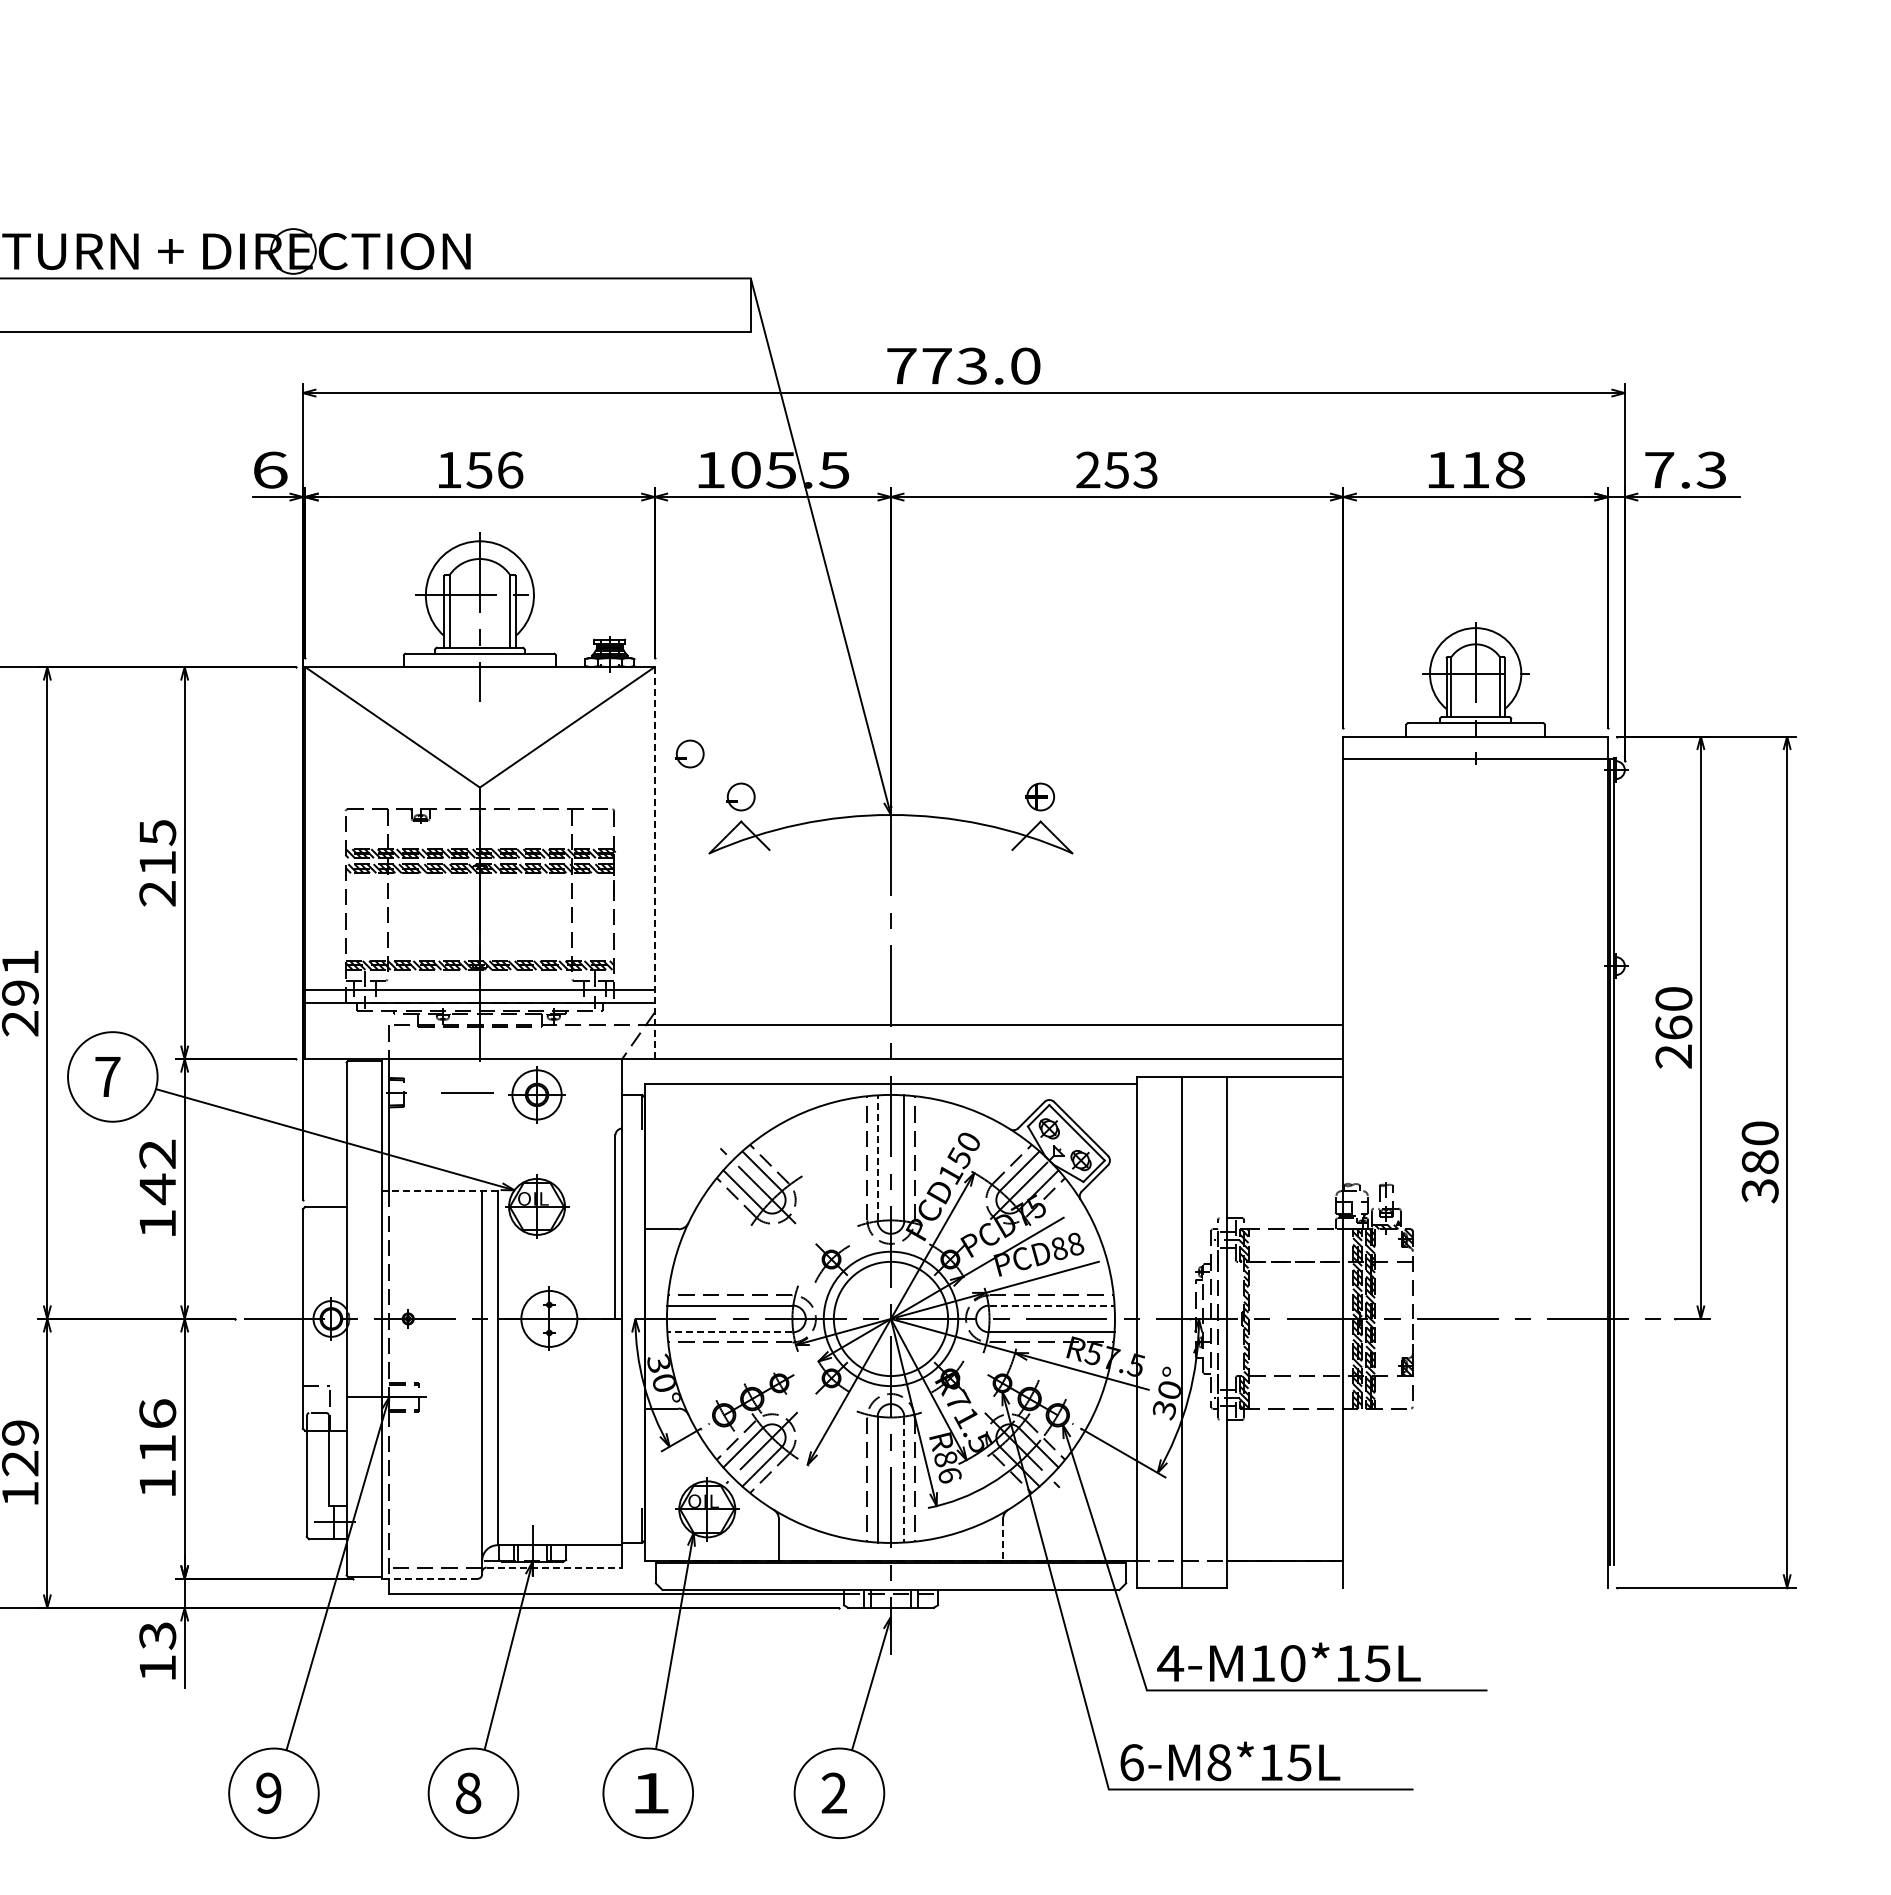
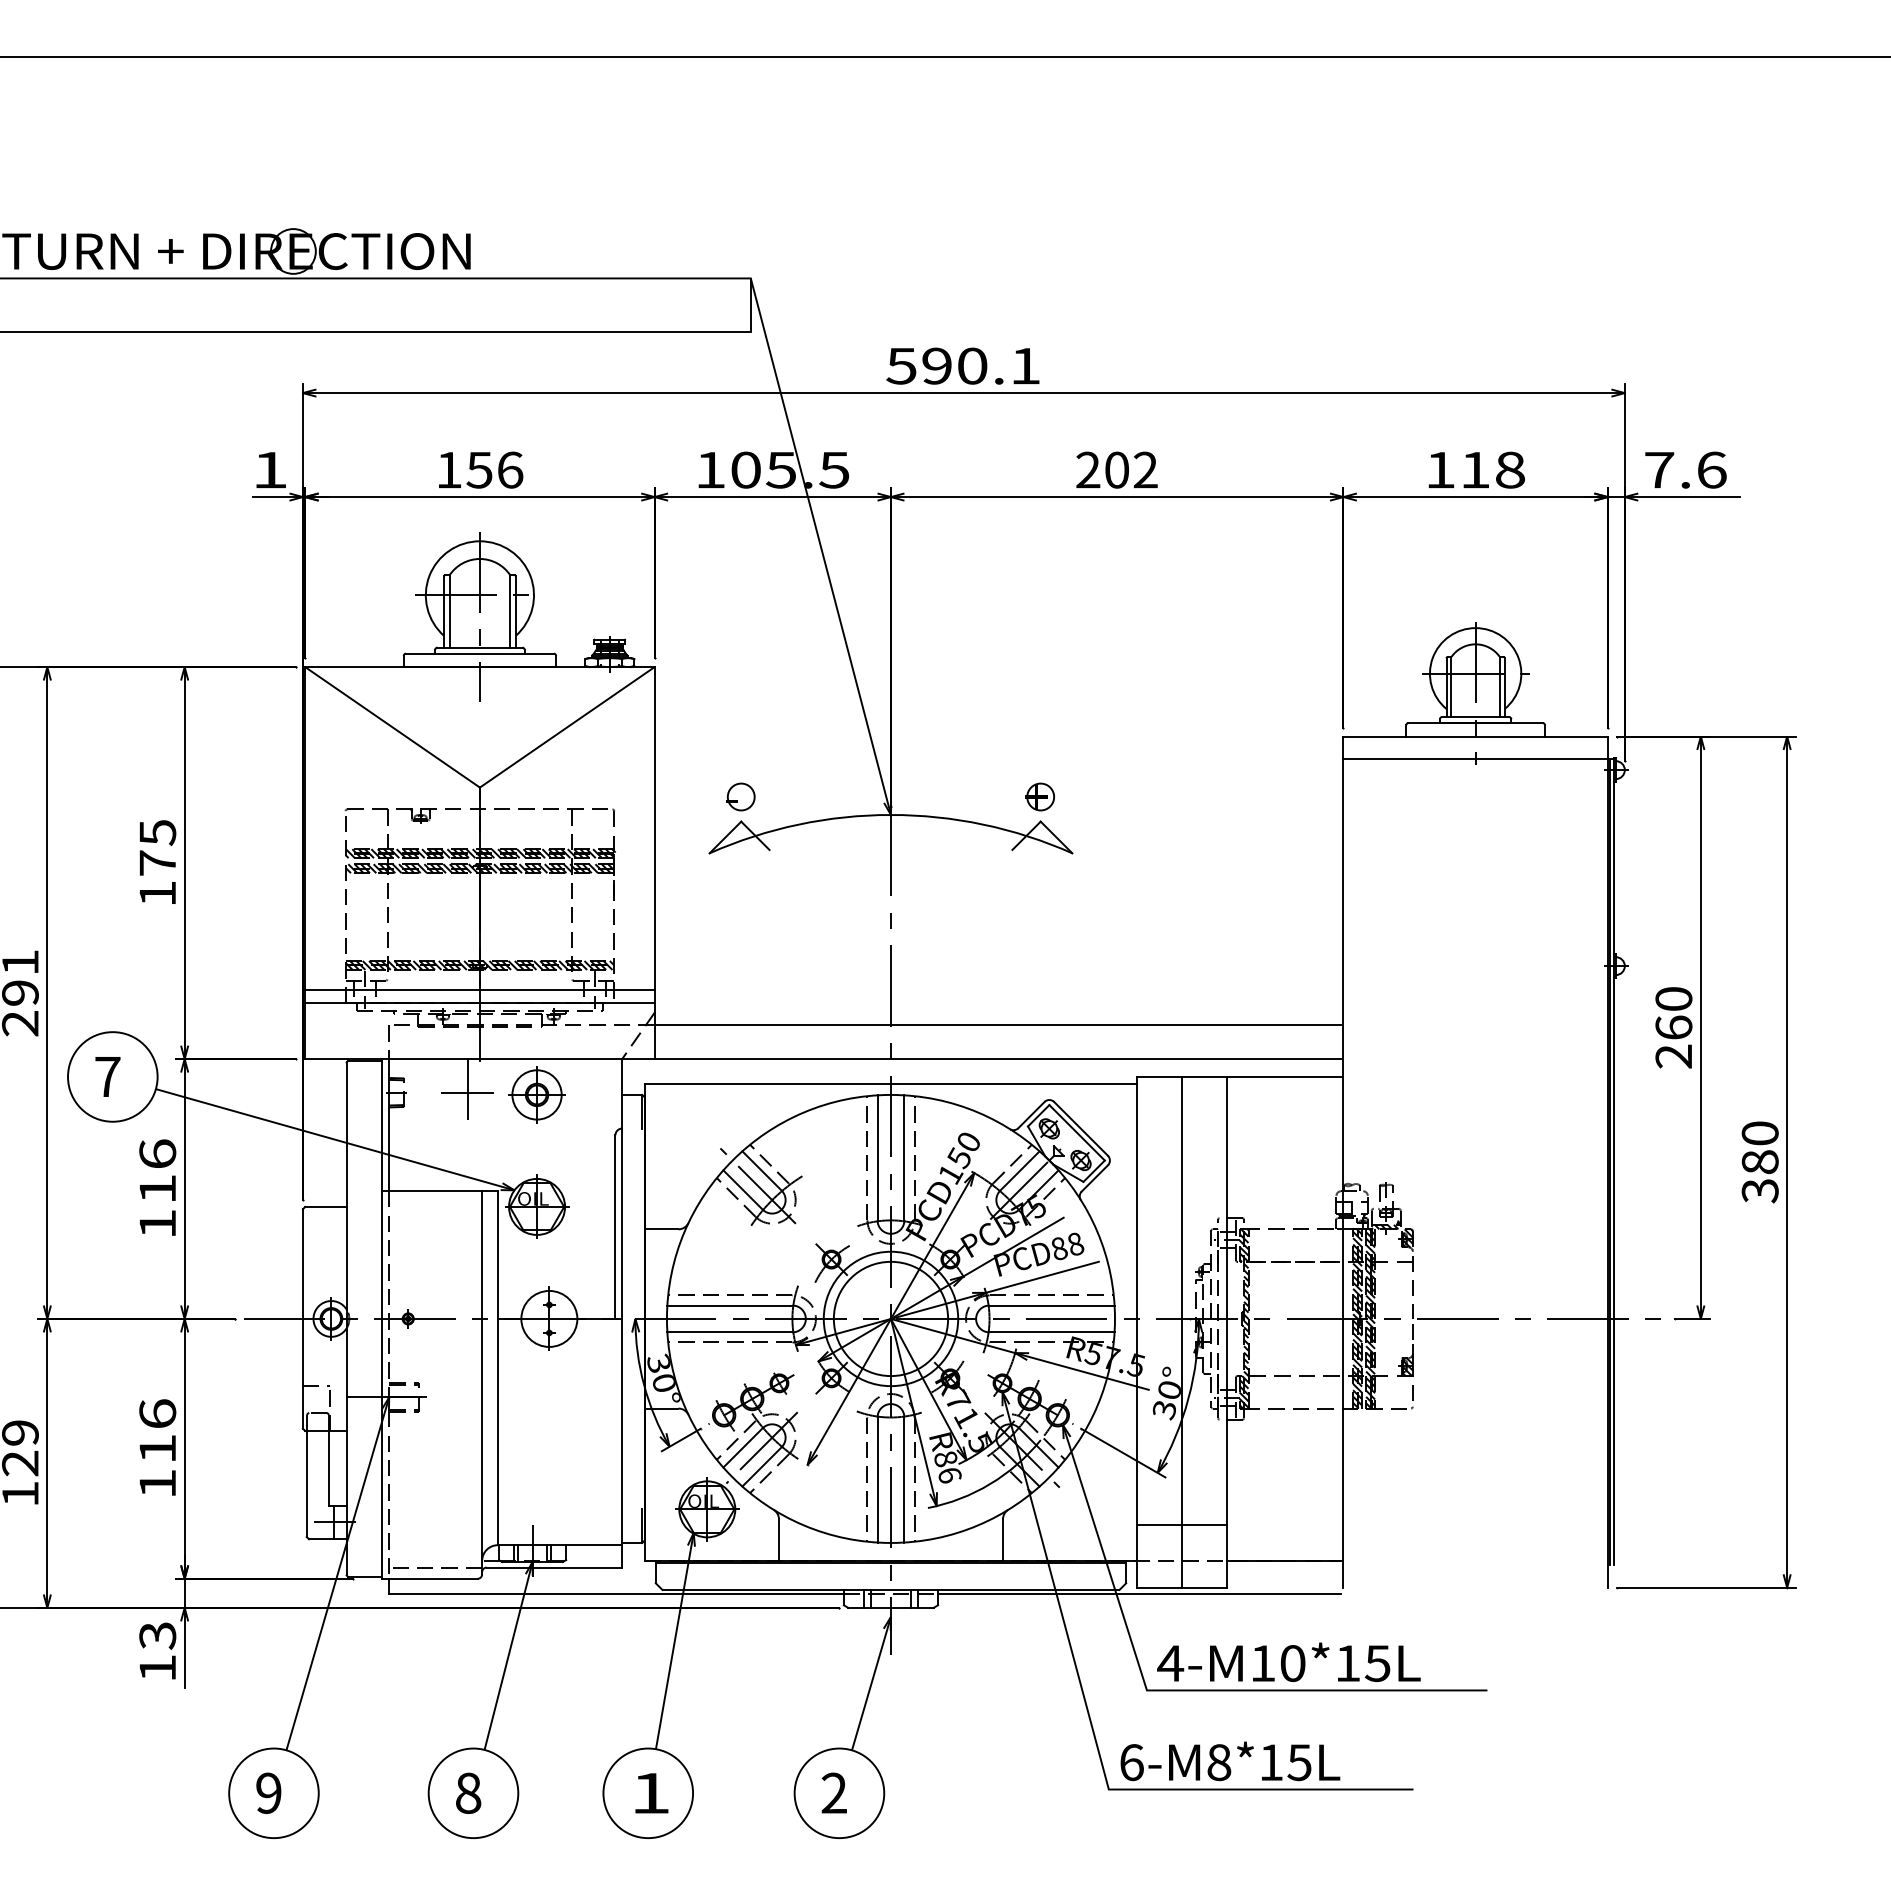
line at (944, 56): none -> present
text at (963, 365): 773.0 -> 590.1
text at (270, 469): 6 -> 1
text at (1130, 469): 253 -> 202
text at (1711, 469): 7.3 -> 7.6
part at (689, 753): present -> none
line at (654, 863): dashed -> solid
text at (157, 878): 215 -> 175
line at (467, 1088): none -> present
line at (877, 1157): dashed -> solid
text at (157, 1172): 142 -> 116
line at (440, 1191): dashed -> solid
line at (1052, 1305): dashed -> solid
line at (729, 1332): dashed -> solid
line at (904, 1480): dashed -> solid
line at (1182, 1525): none -> present
line at (1002, 1540): dashed -> solid
line at (554, 1567): dashed -> solid
line at (430, 1578): dashed -> solid
line at (1139, 1594): none -> present
